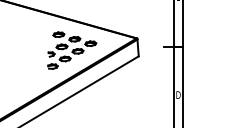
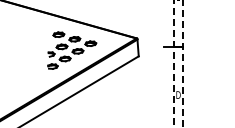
line at (173, 64): solid -> dashed
line at (183, 64): solid -> dashed
